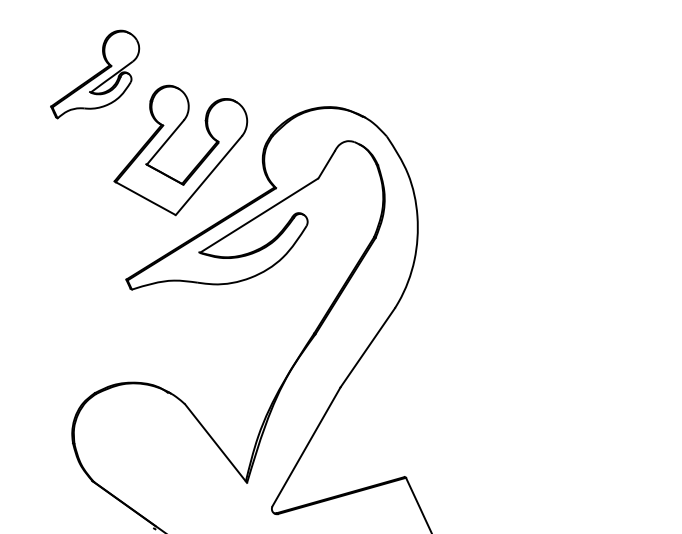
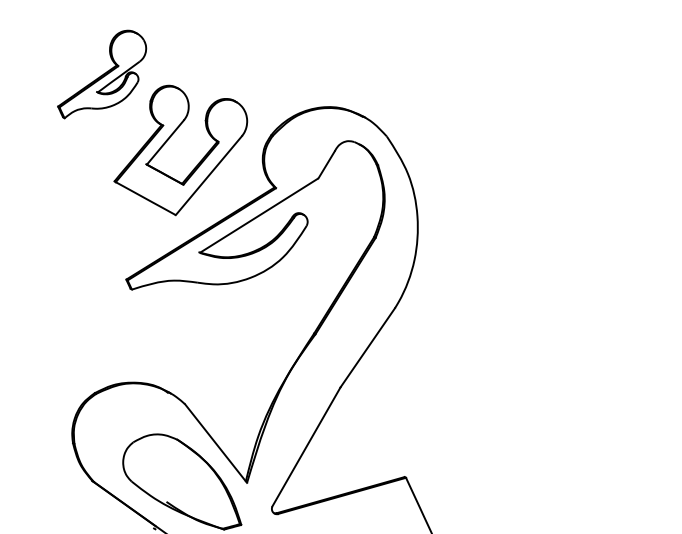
part at (95, 74) position: (95, 74) -> (102, 74)
part at (182, 481): none -> present
